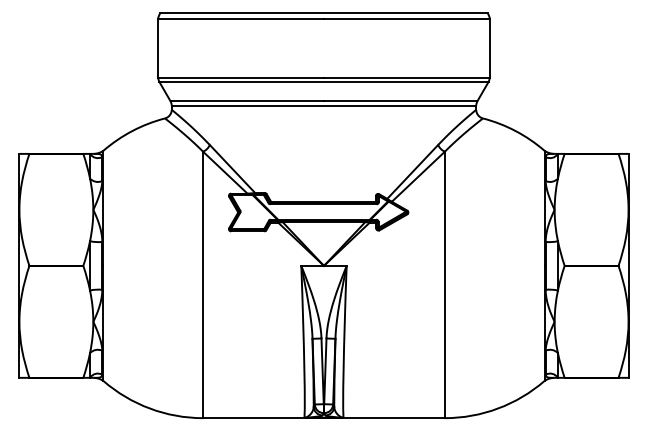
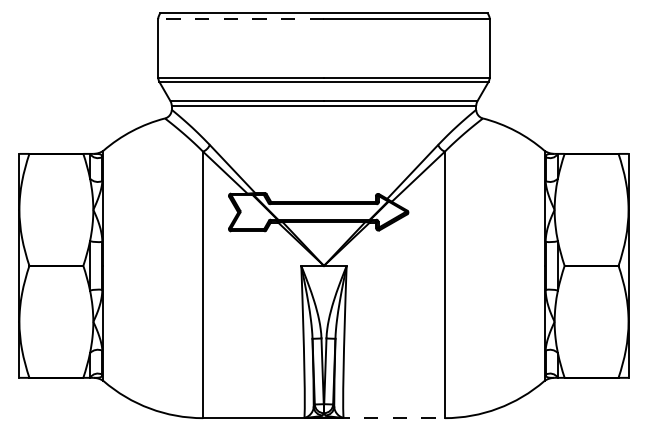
line at (241, 19): solid -> dashed
line at (390, 418): solid -> dashed
